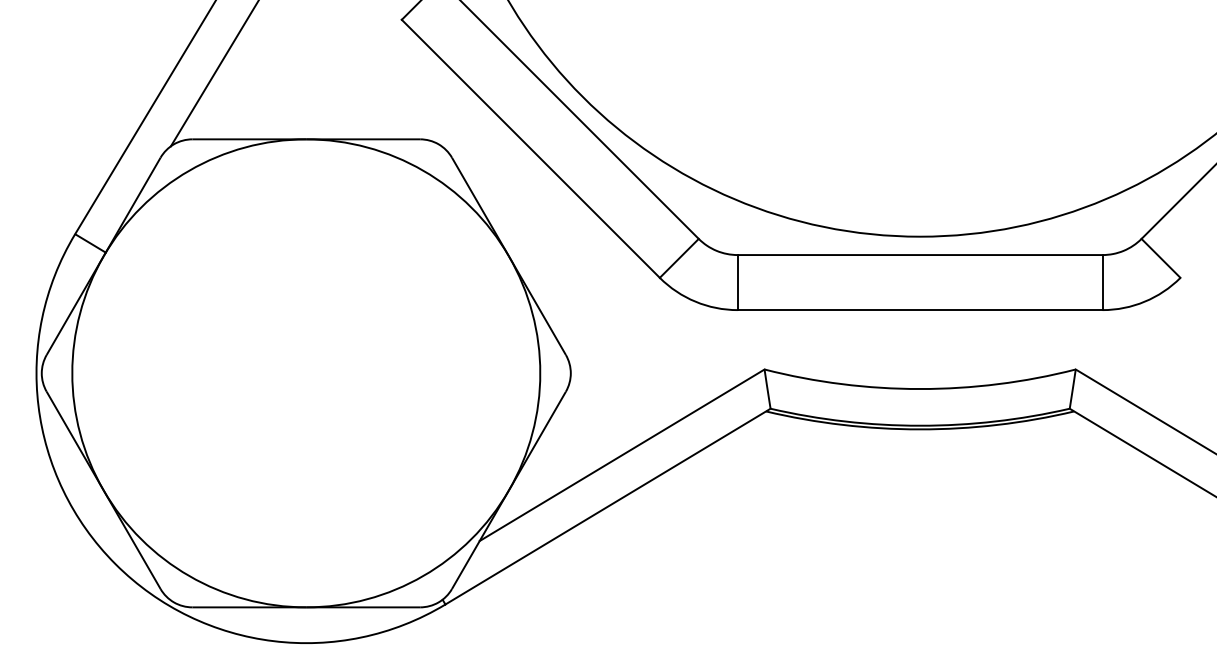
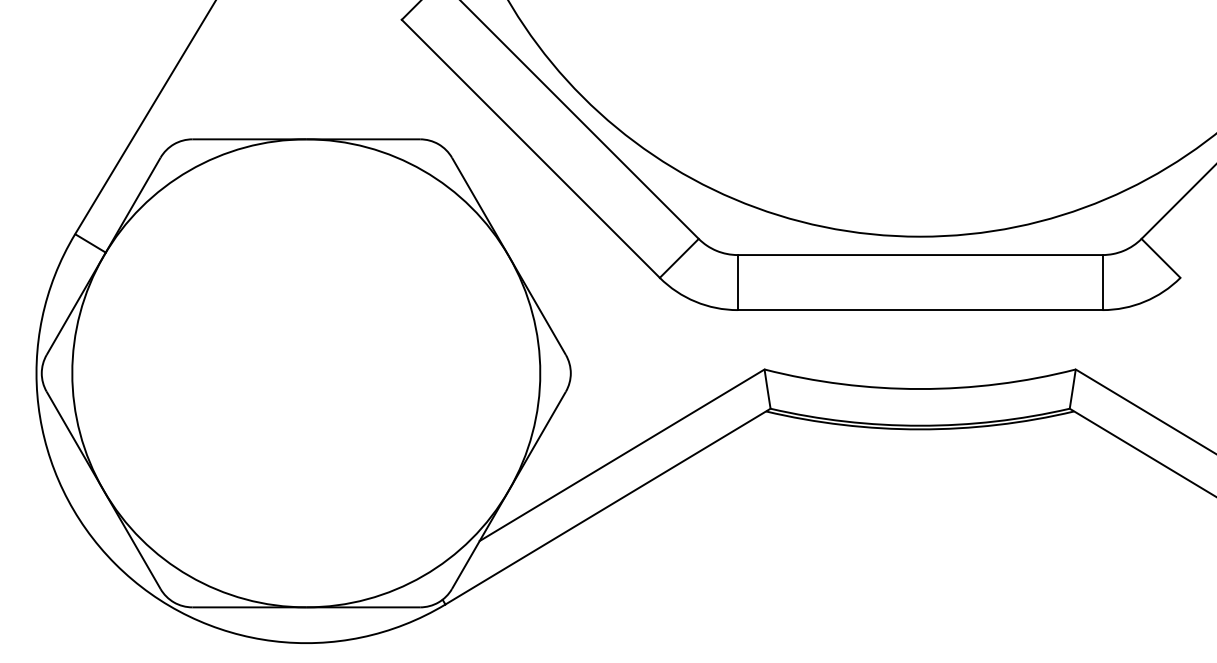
line at (213, 74): present -> none
